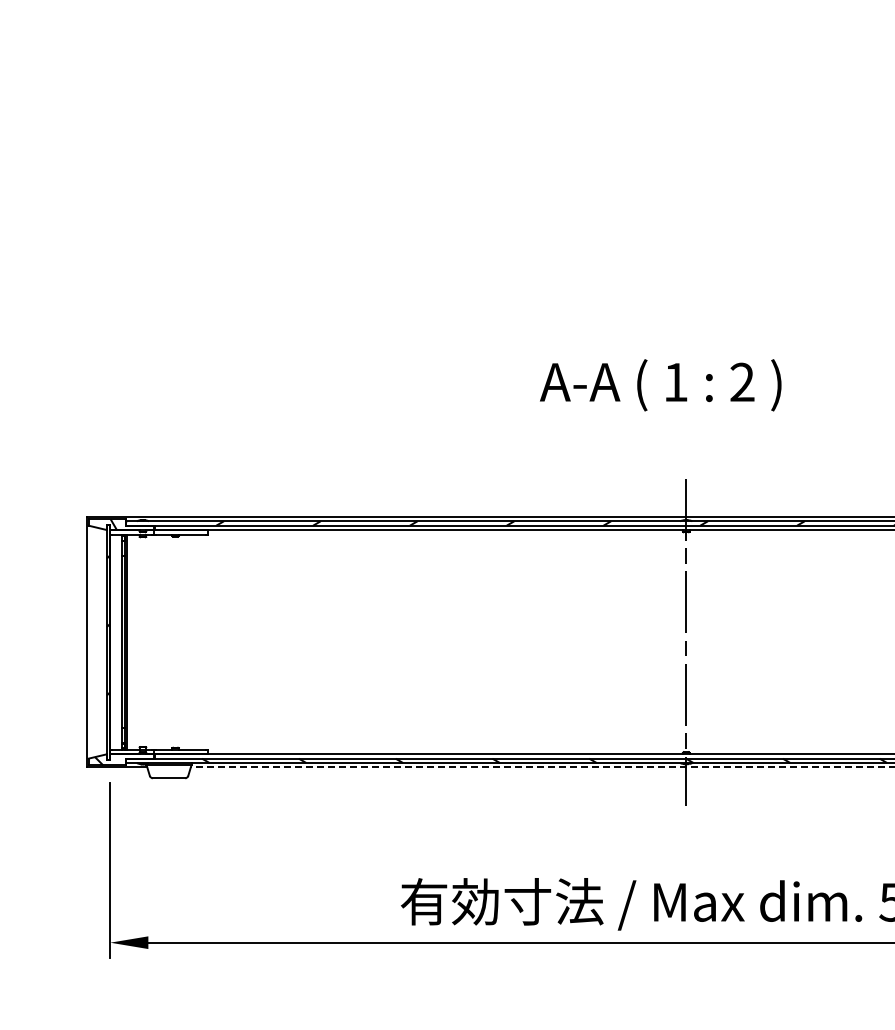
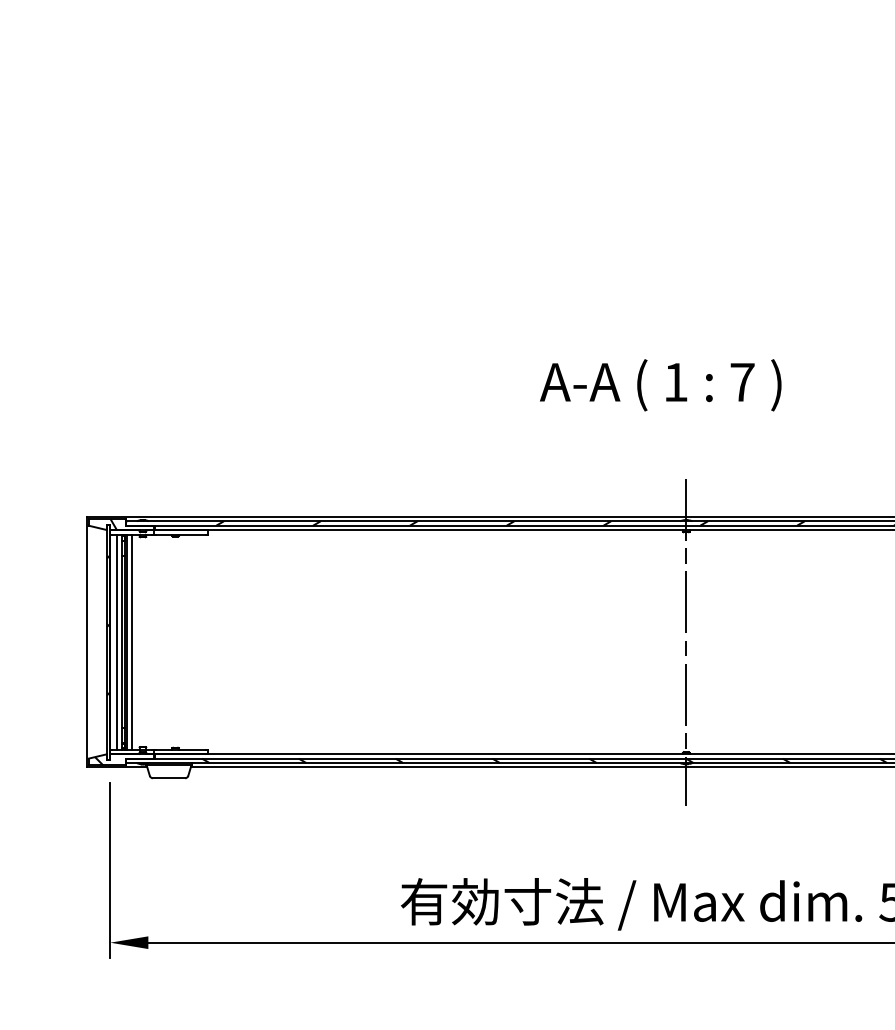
text at (742, 381): 2 -> 7
line at (116, 641): none -> present
line at (132, 641): none -> present
line at (542, 767): dashed -> solid
